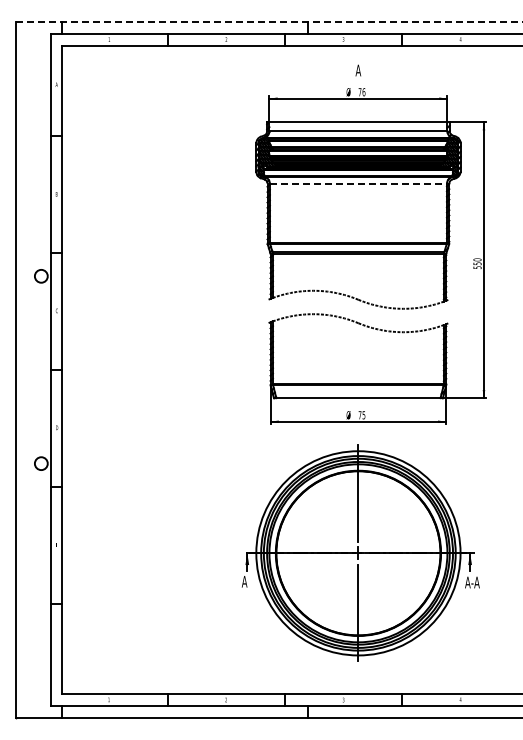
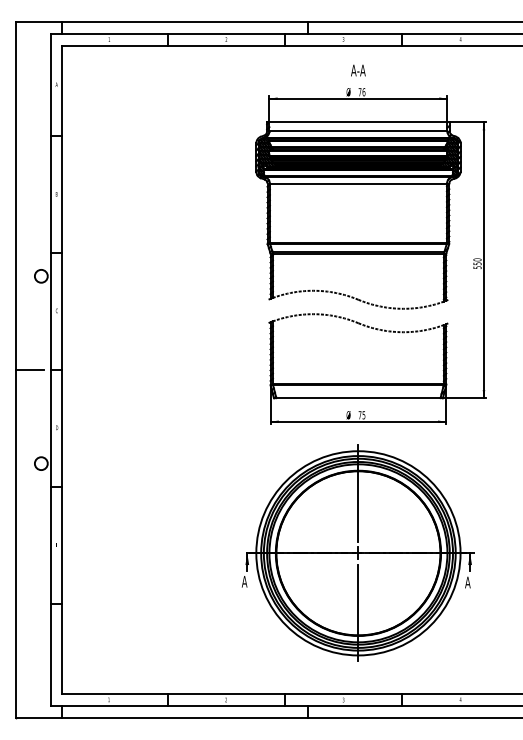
line at (269, 22): dashed -> solid
text at (358, 70): A -> A-A
line at (358, 183): dashed -> solid
line at (29, 370): none -> present
text at (475, 582): A-A -> A
